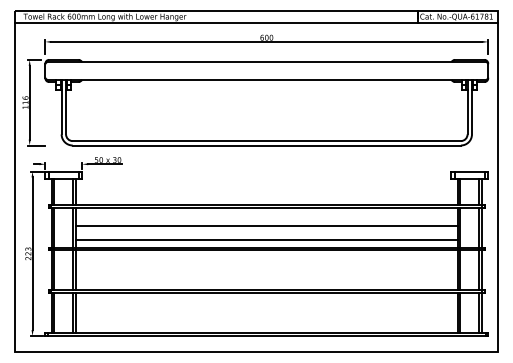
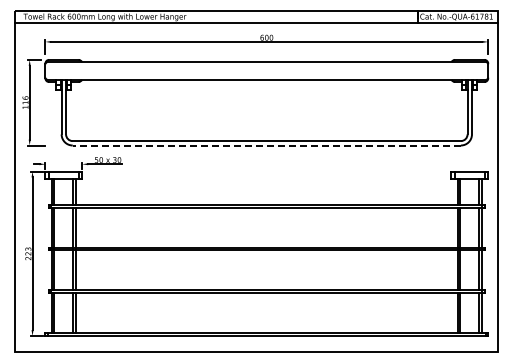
line at (266, 145): solid -> dashed
line at (266, 225): present -> none
line at (266, 239): present -> none
